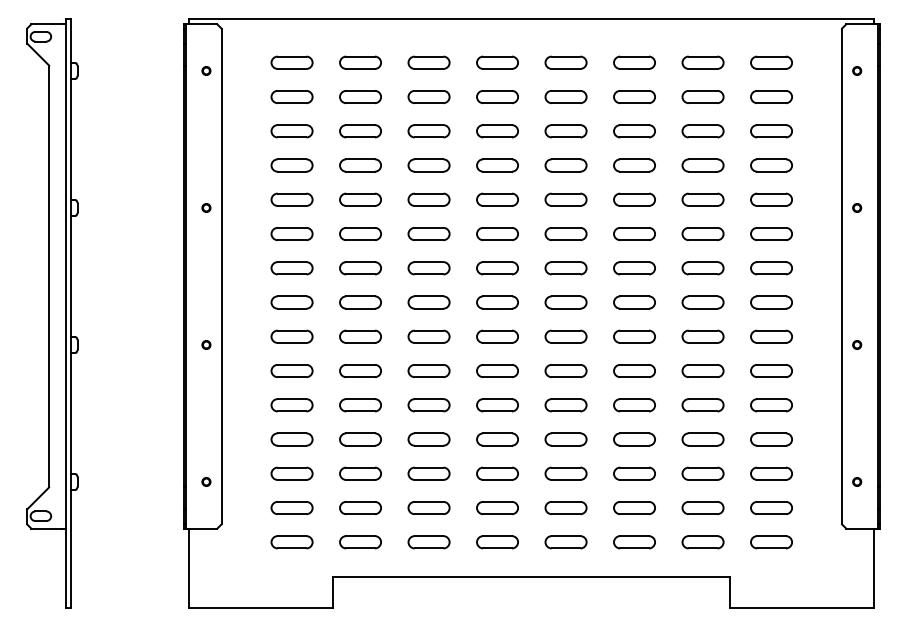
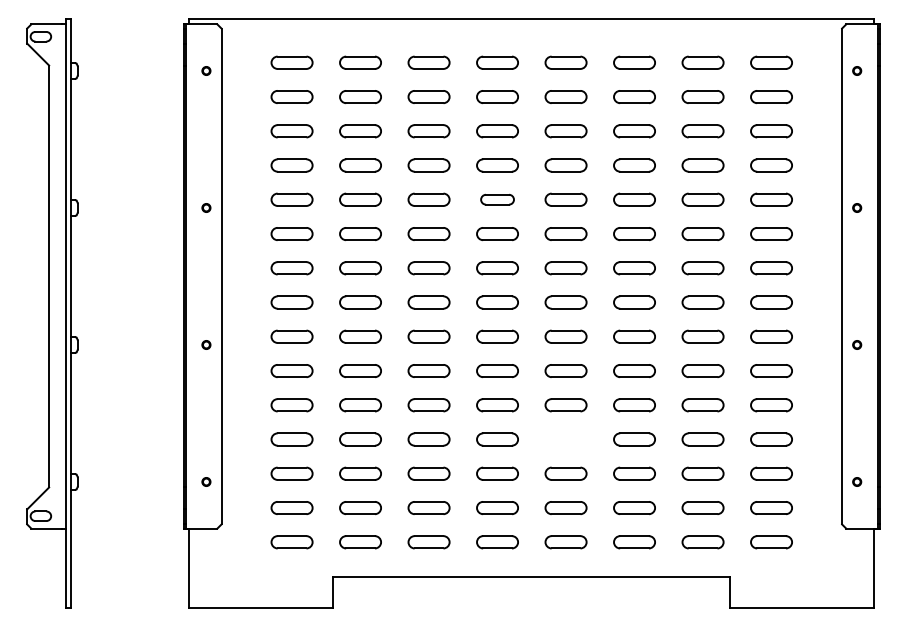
part at (497, 199) size: 43x15 px -> 35x13 px
part at (565, 439): present -> none
